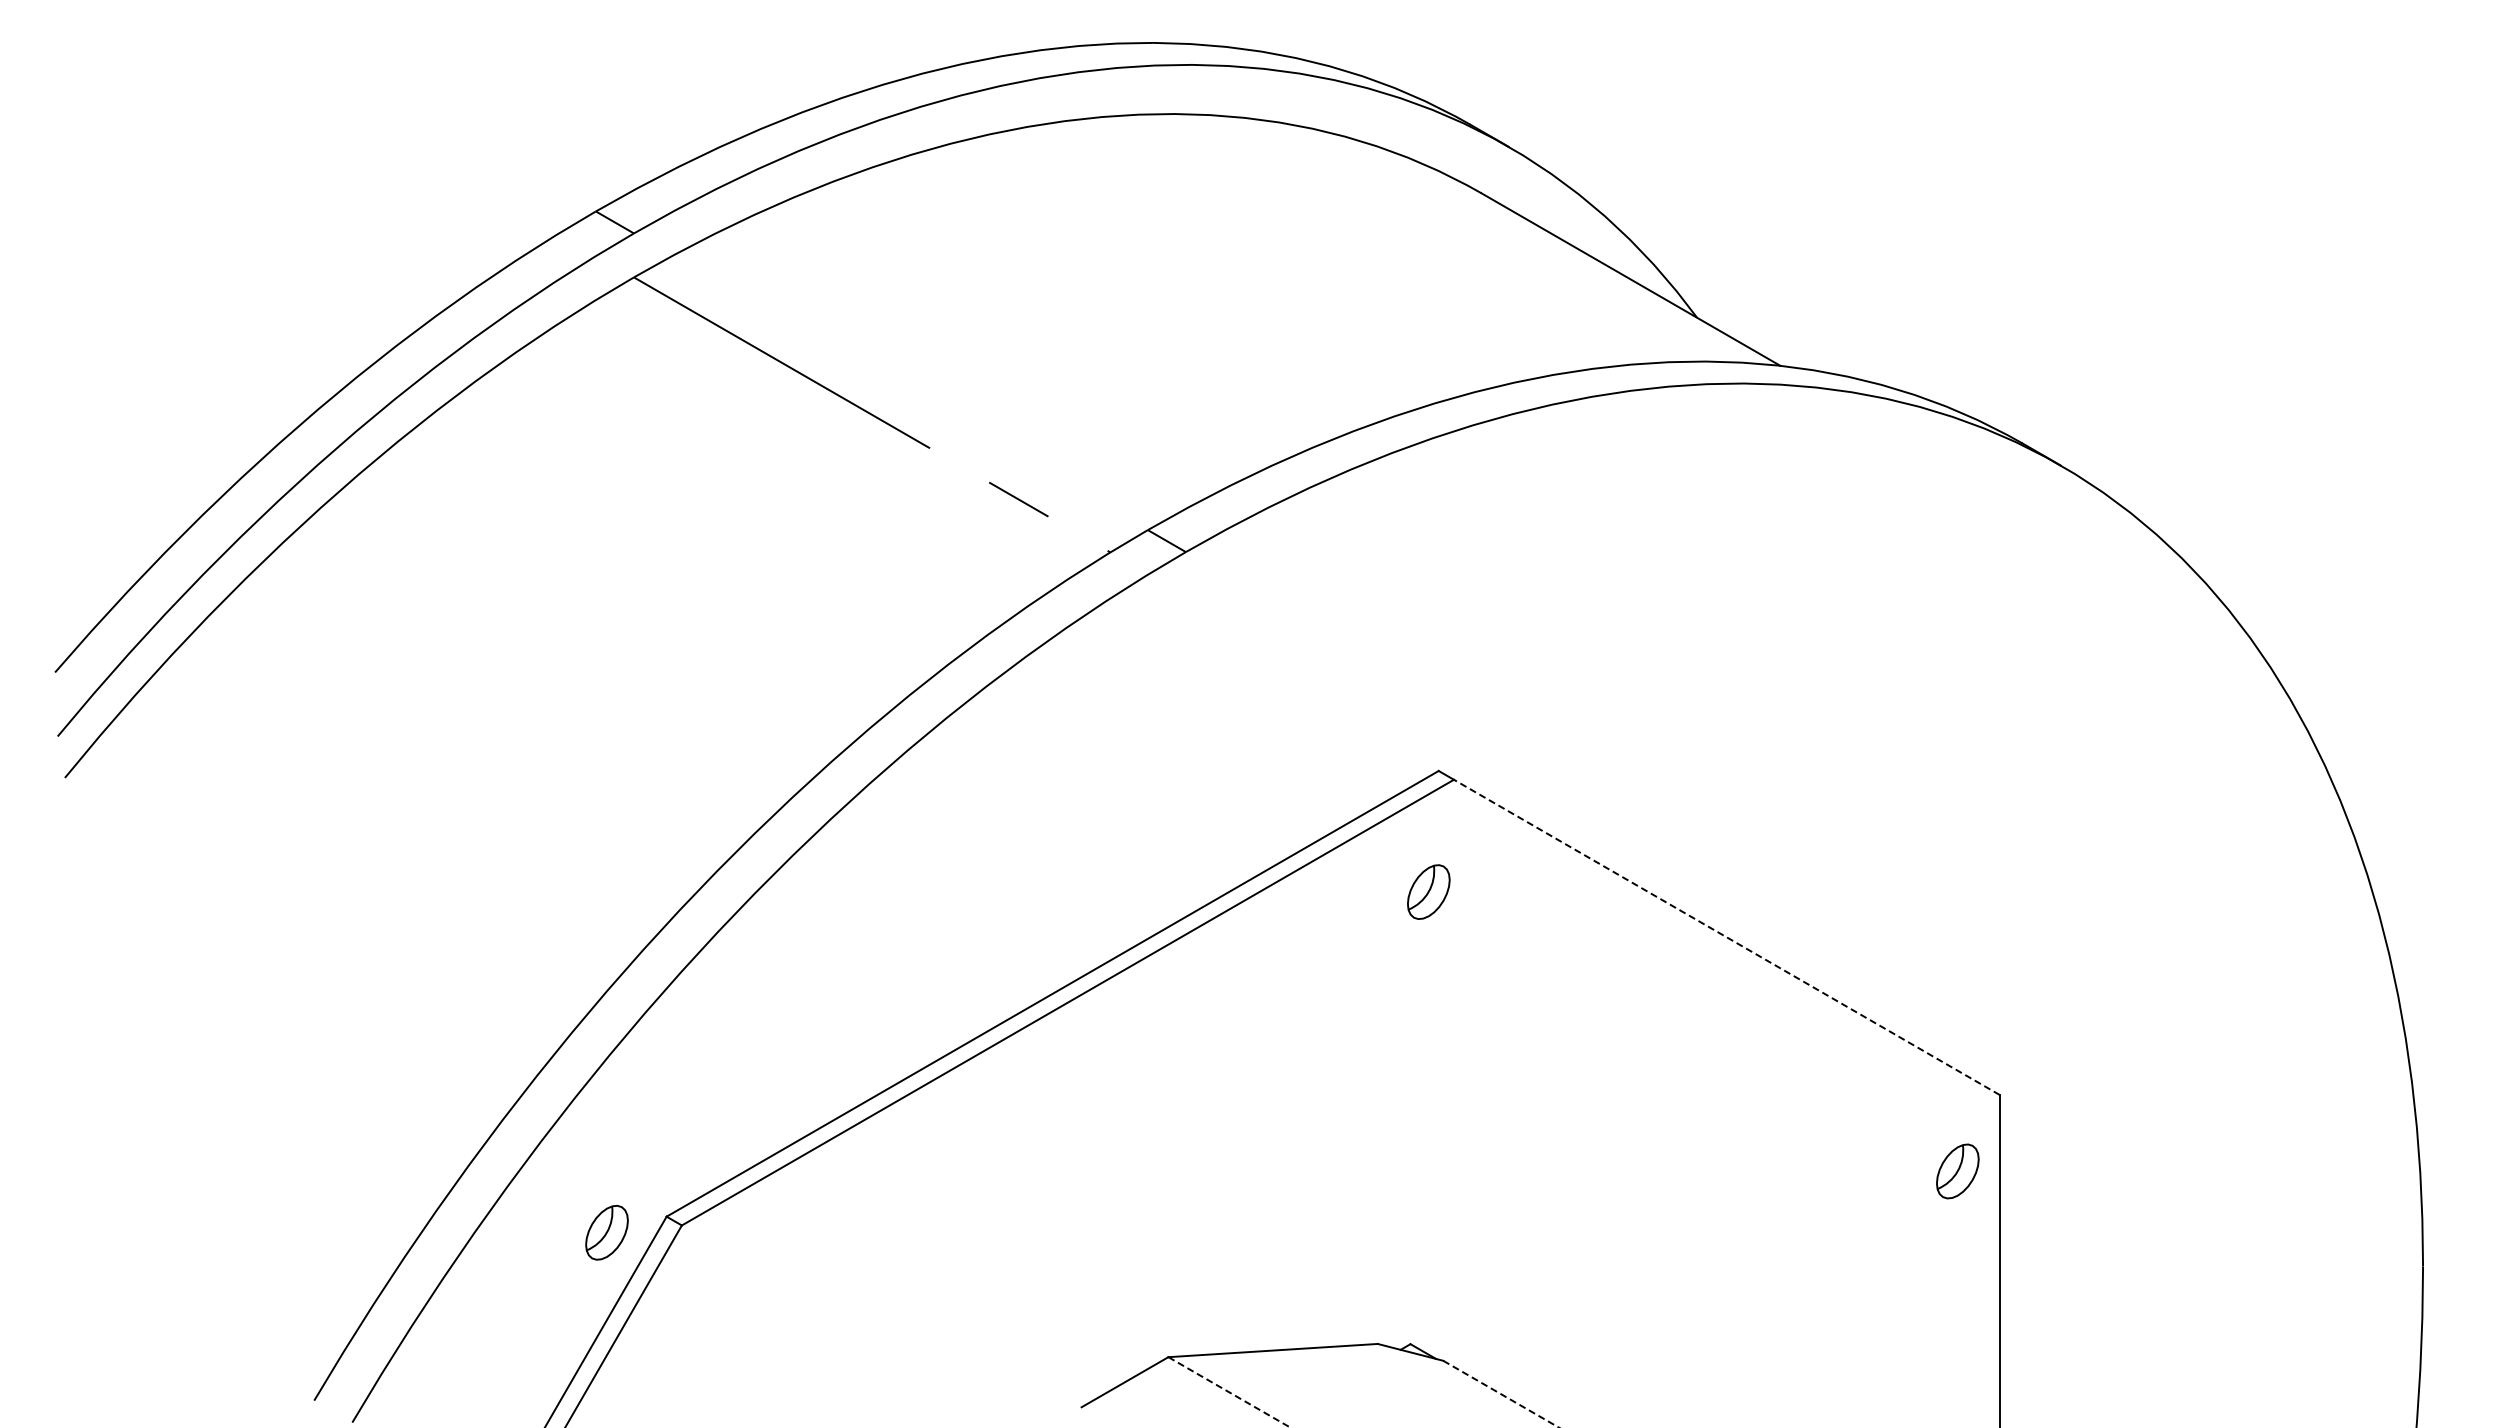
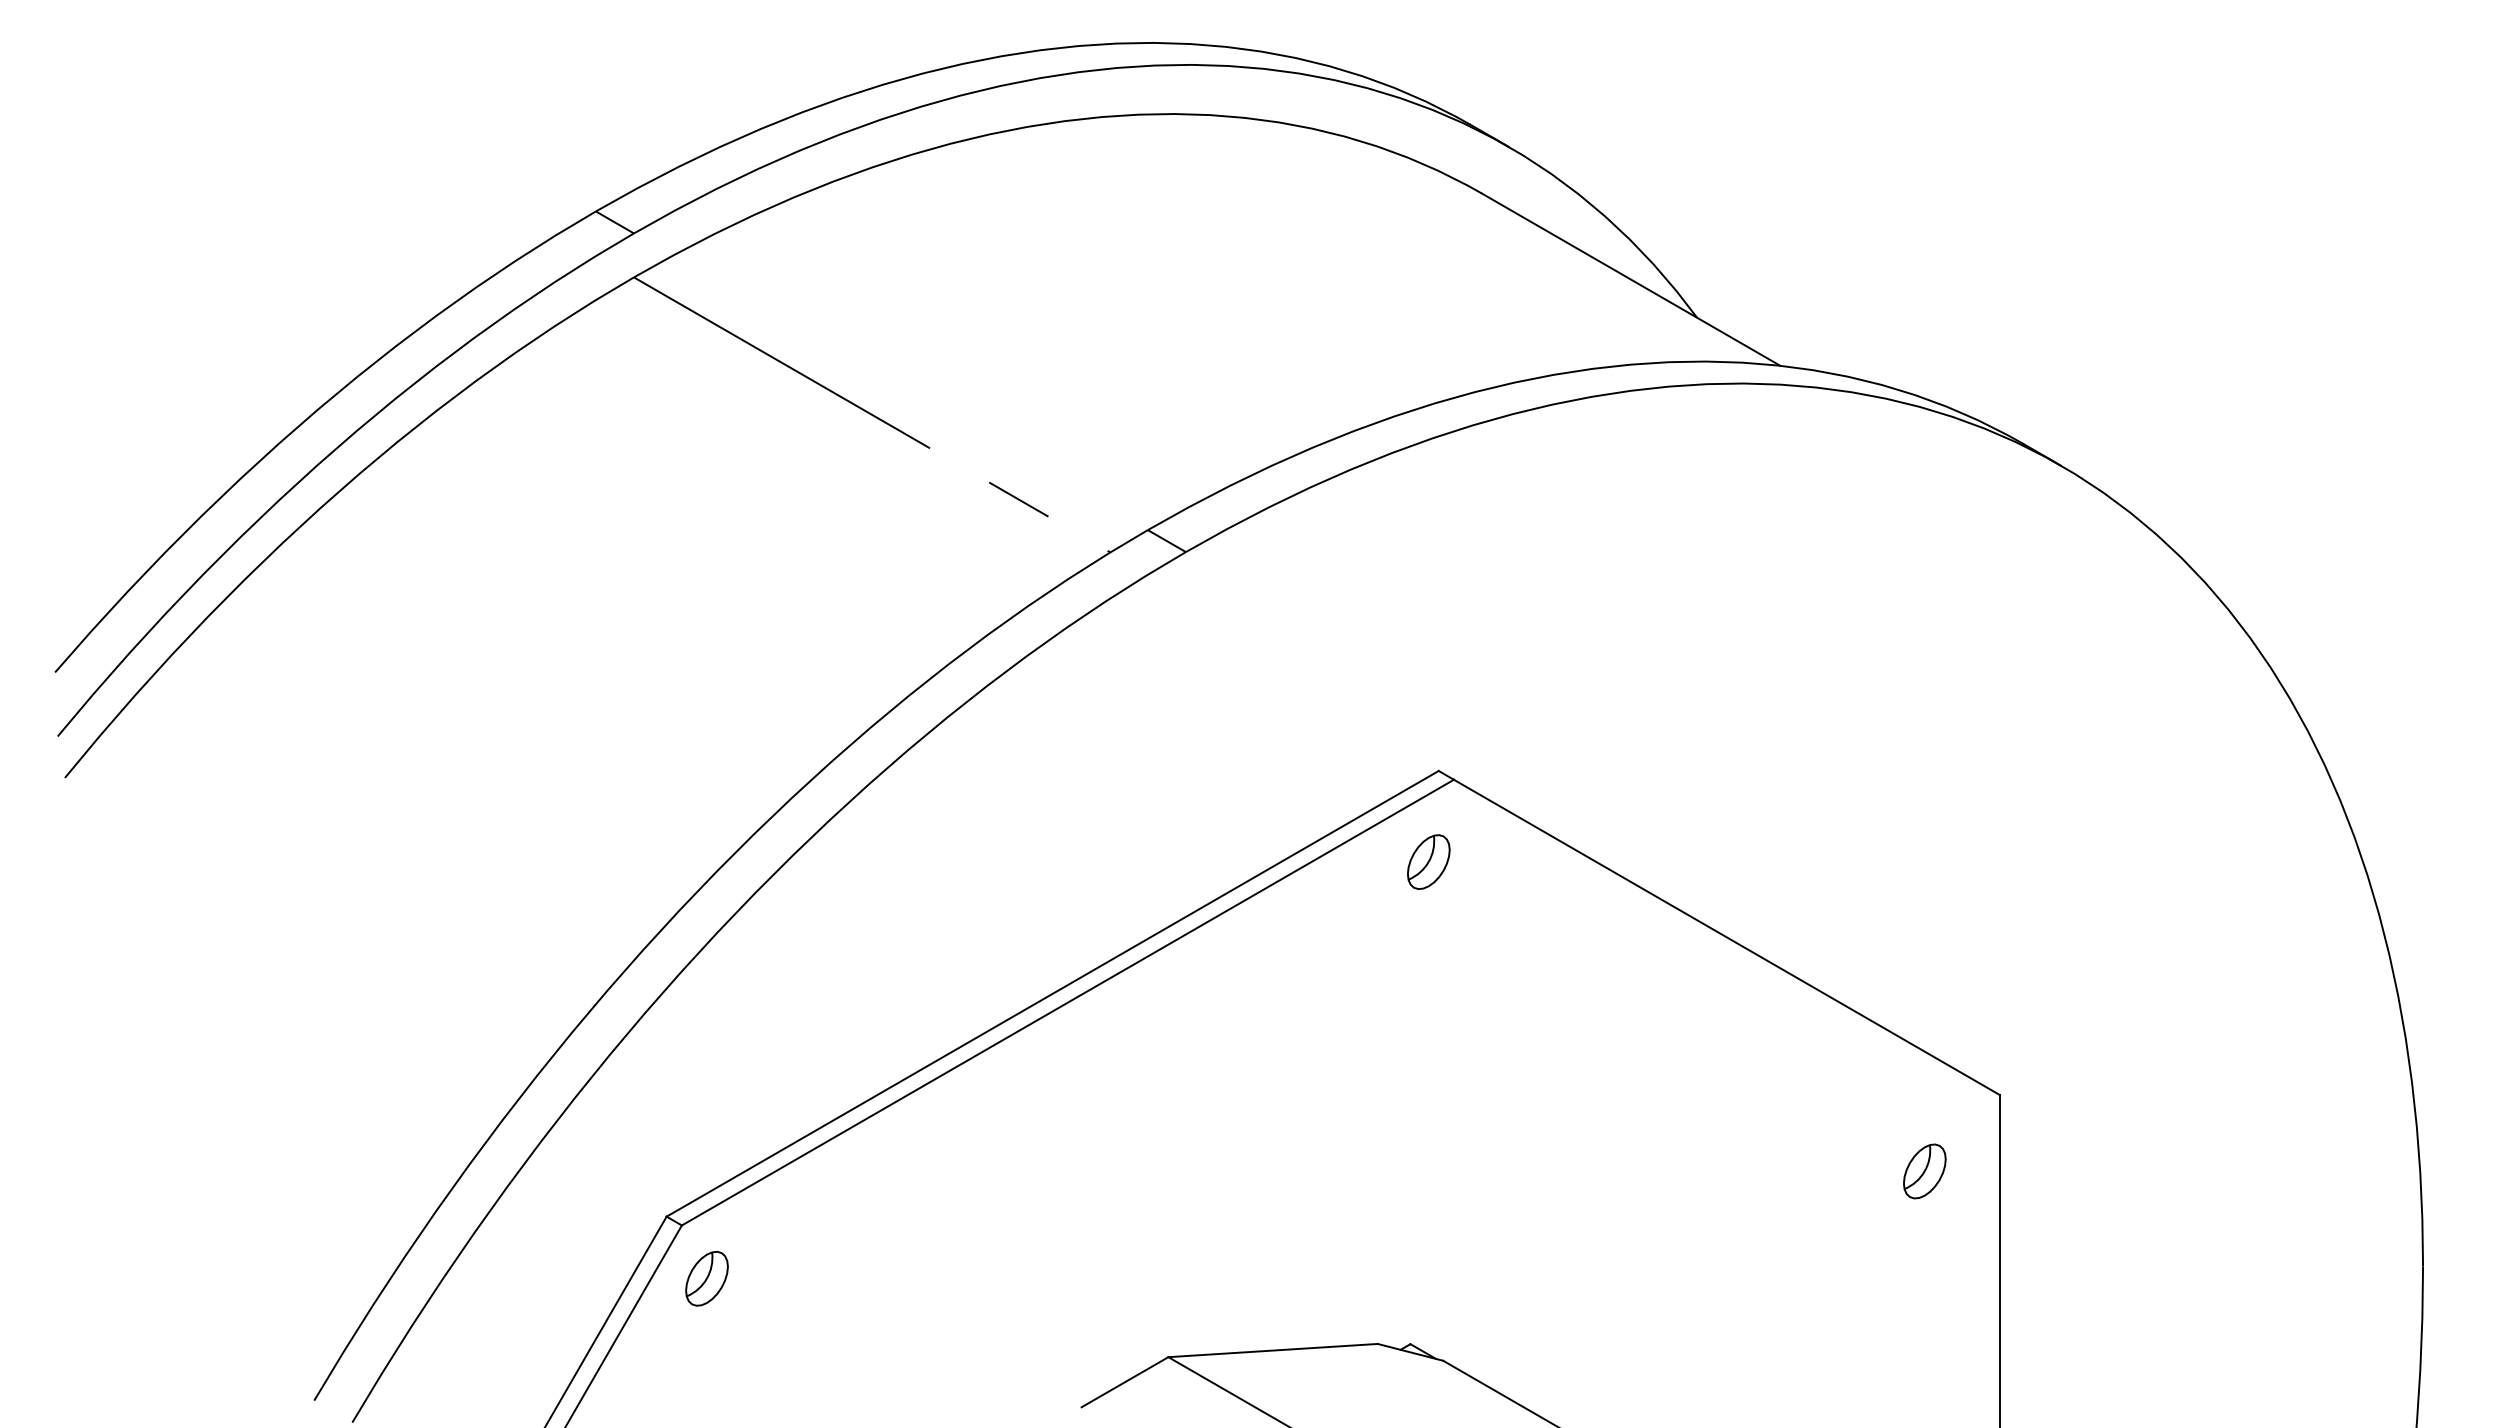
part at (1428, 891) position: (1428, 891) -> (1428, 861)
line at (1726, 937): dashed -> solid
part at (1957, 1171) position: (1957, 1171) -> (1924, 1171)
part at (606, 1232) position: (606, 1232) -> (706, 1278)
line at (1229, 1392): dashed -> solid
line at (1501, 1394): dashed -> solid
